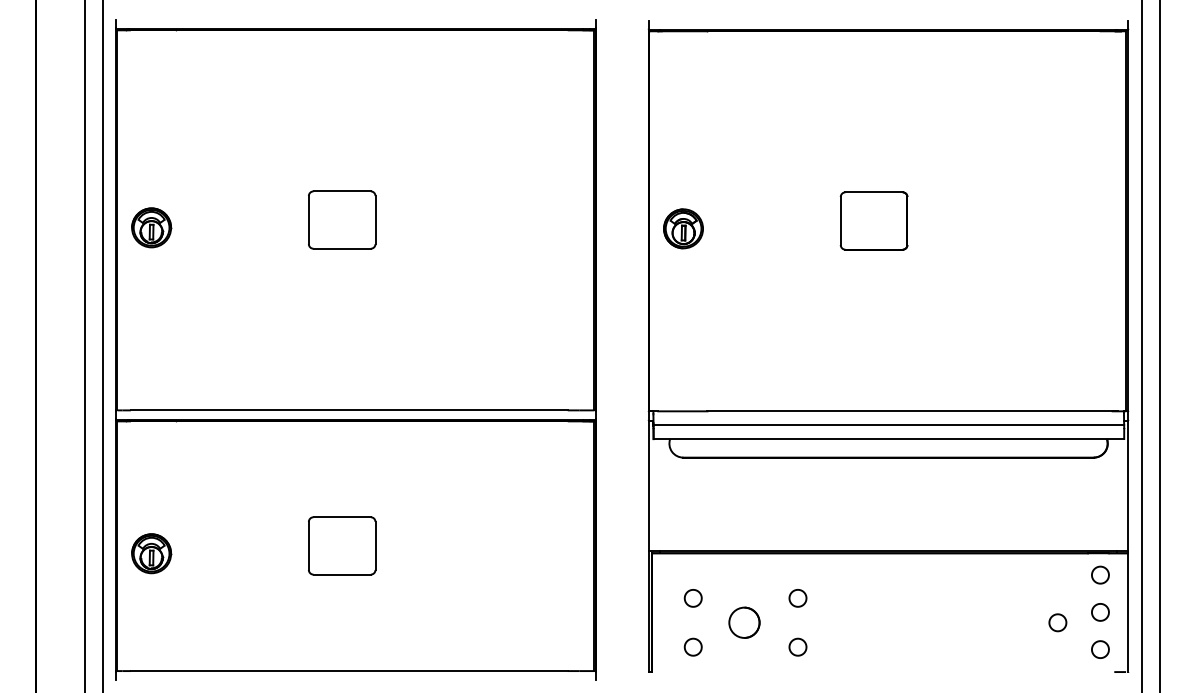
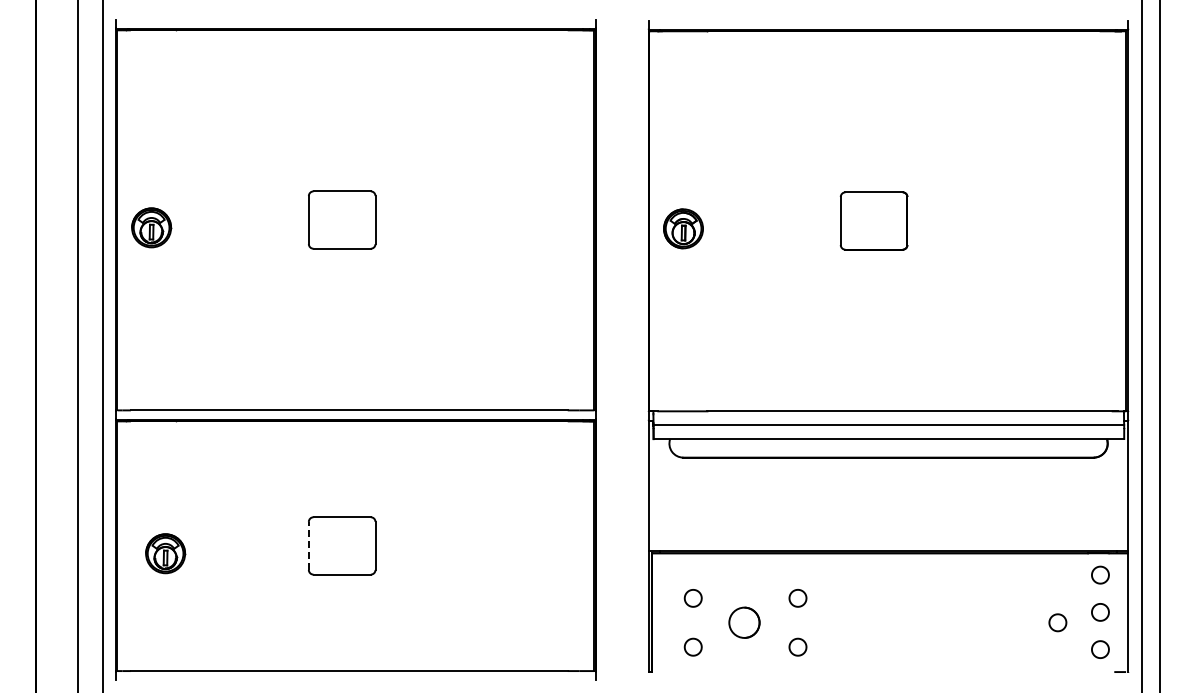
line at (84, 345) position: (84, 345) -> (77, 345)
line at (308, 545): solid -> dashed
part at (151, 553) position: (151, 553) -> (165, 553)
